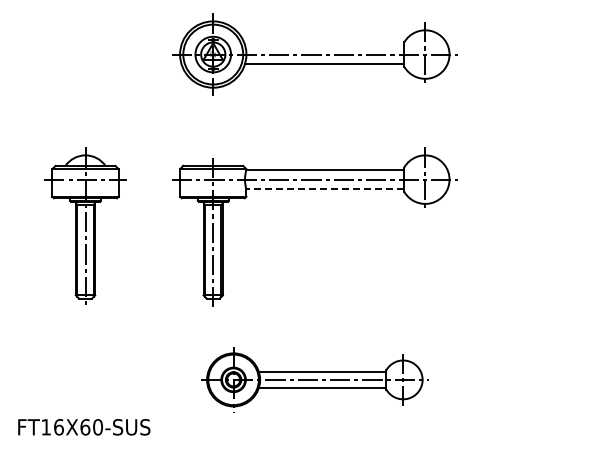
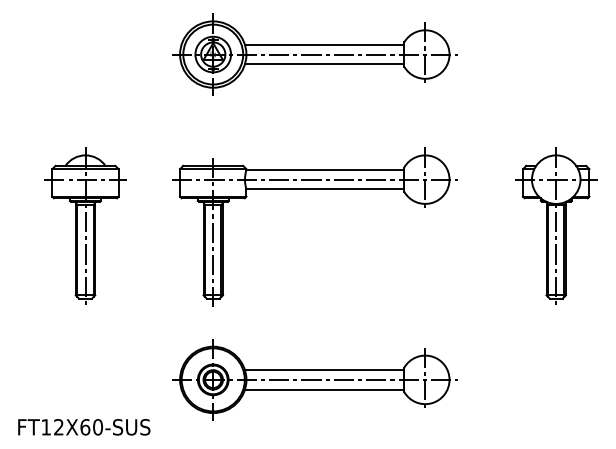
line at (324, 44): none -> present
line at (325, 189): dashed -> solid
part at (556, 225): none -> present
part at (314, 379) size: 228x66 px -> 286x82 px
text at (58, 427): FT16X60-SUS -> FT12X60-SUS
